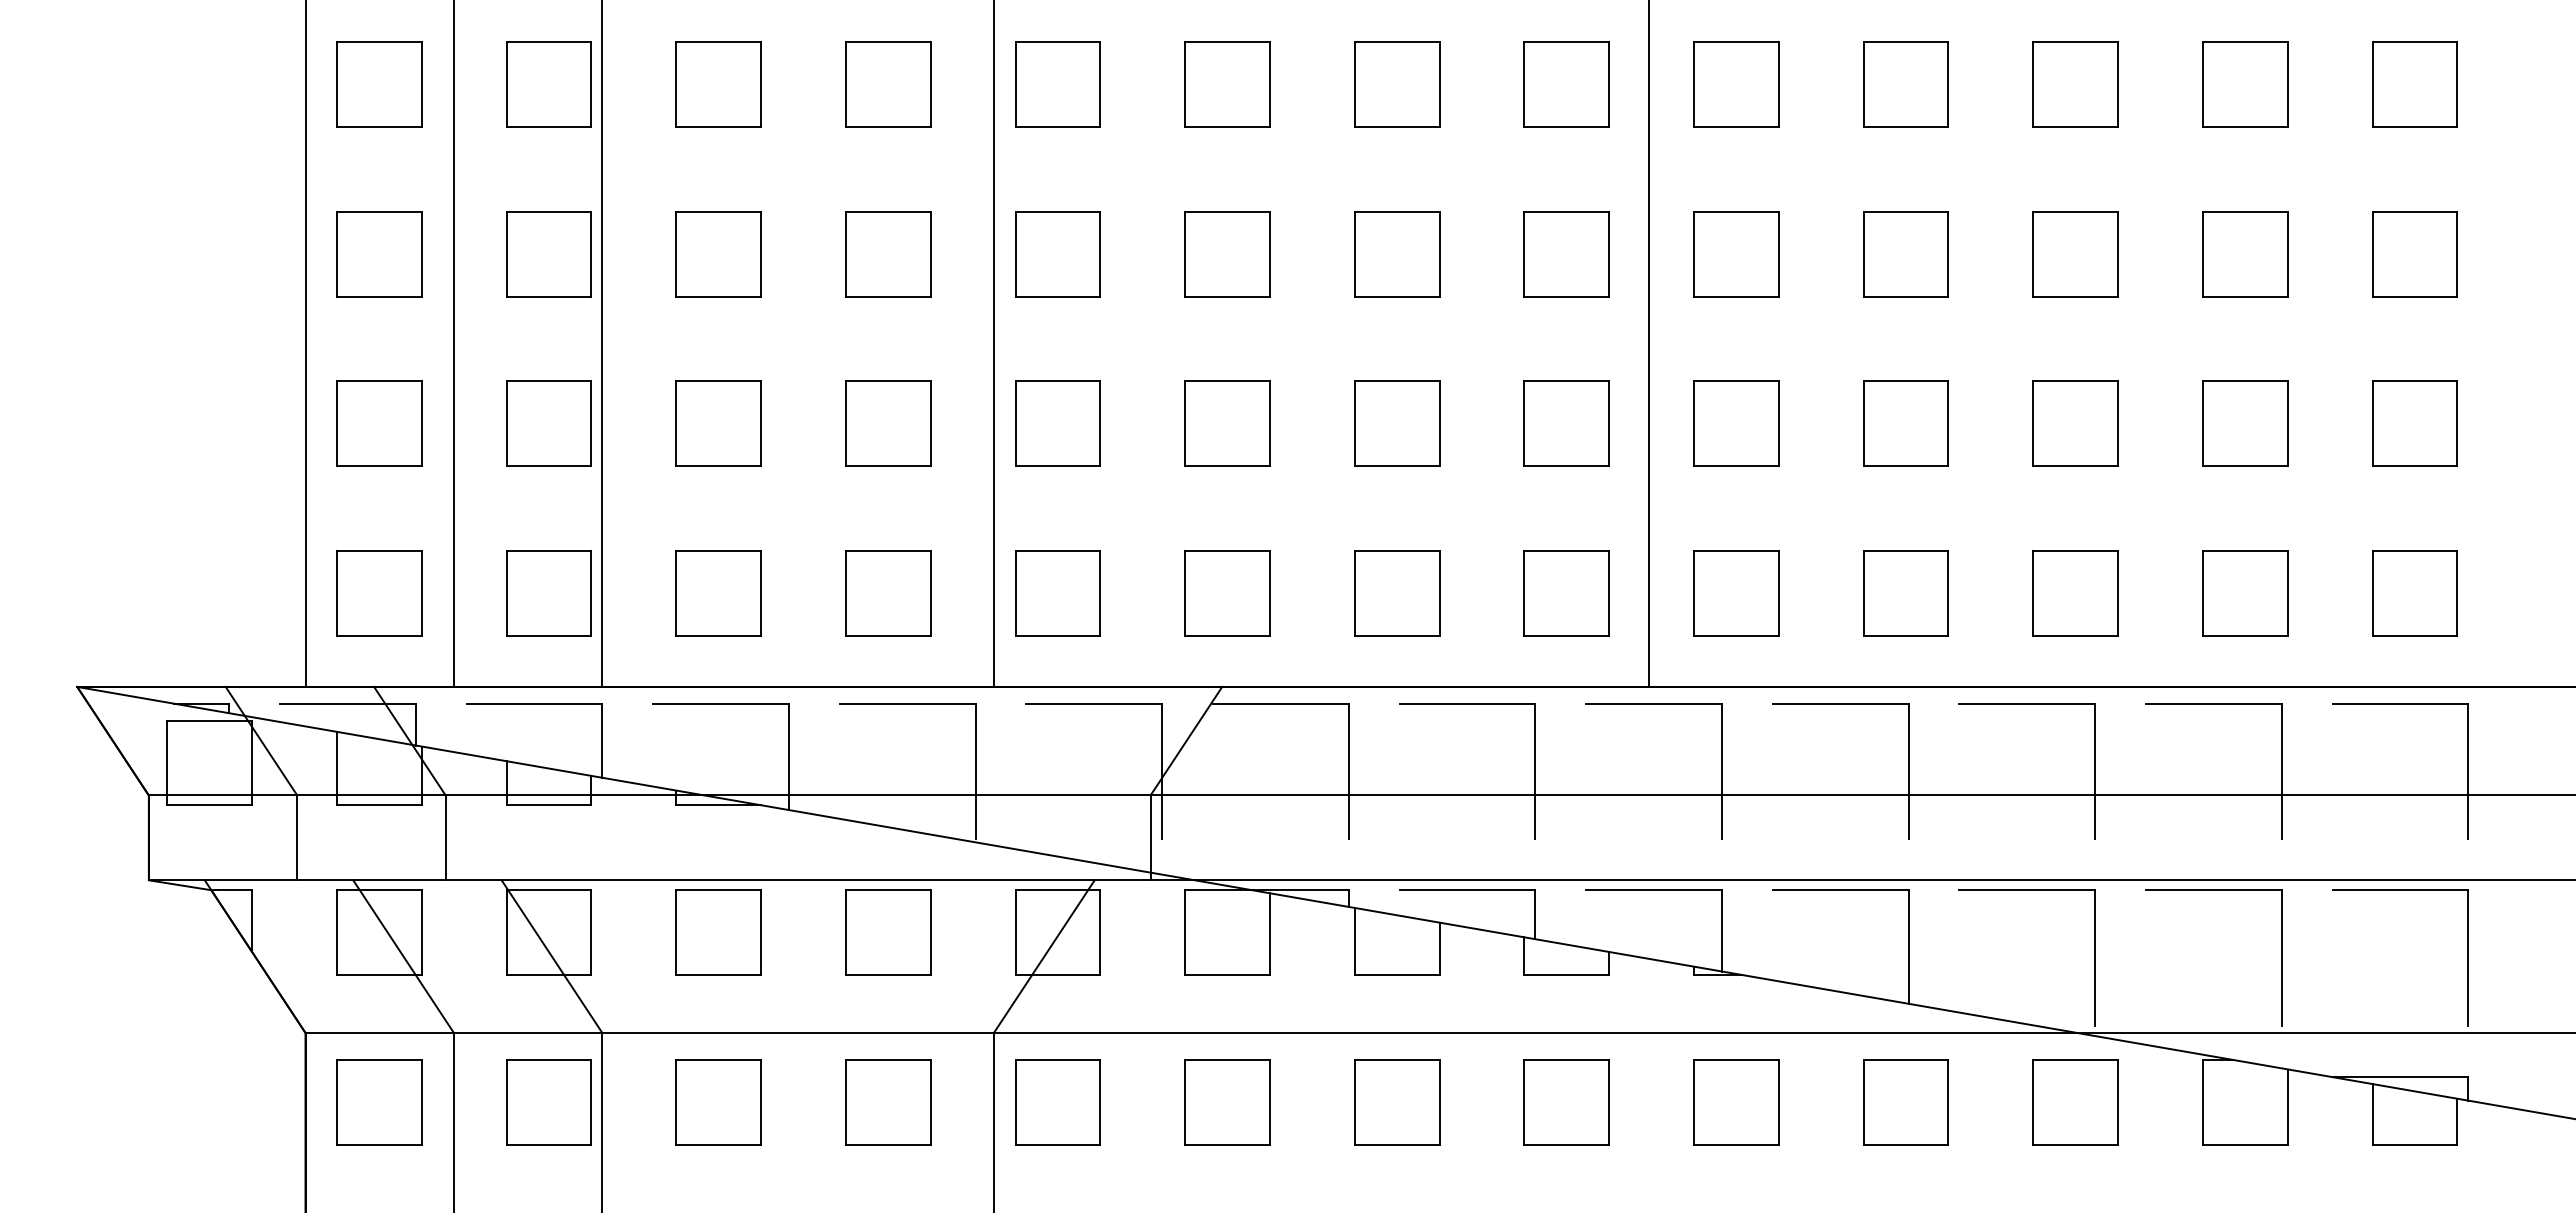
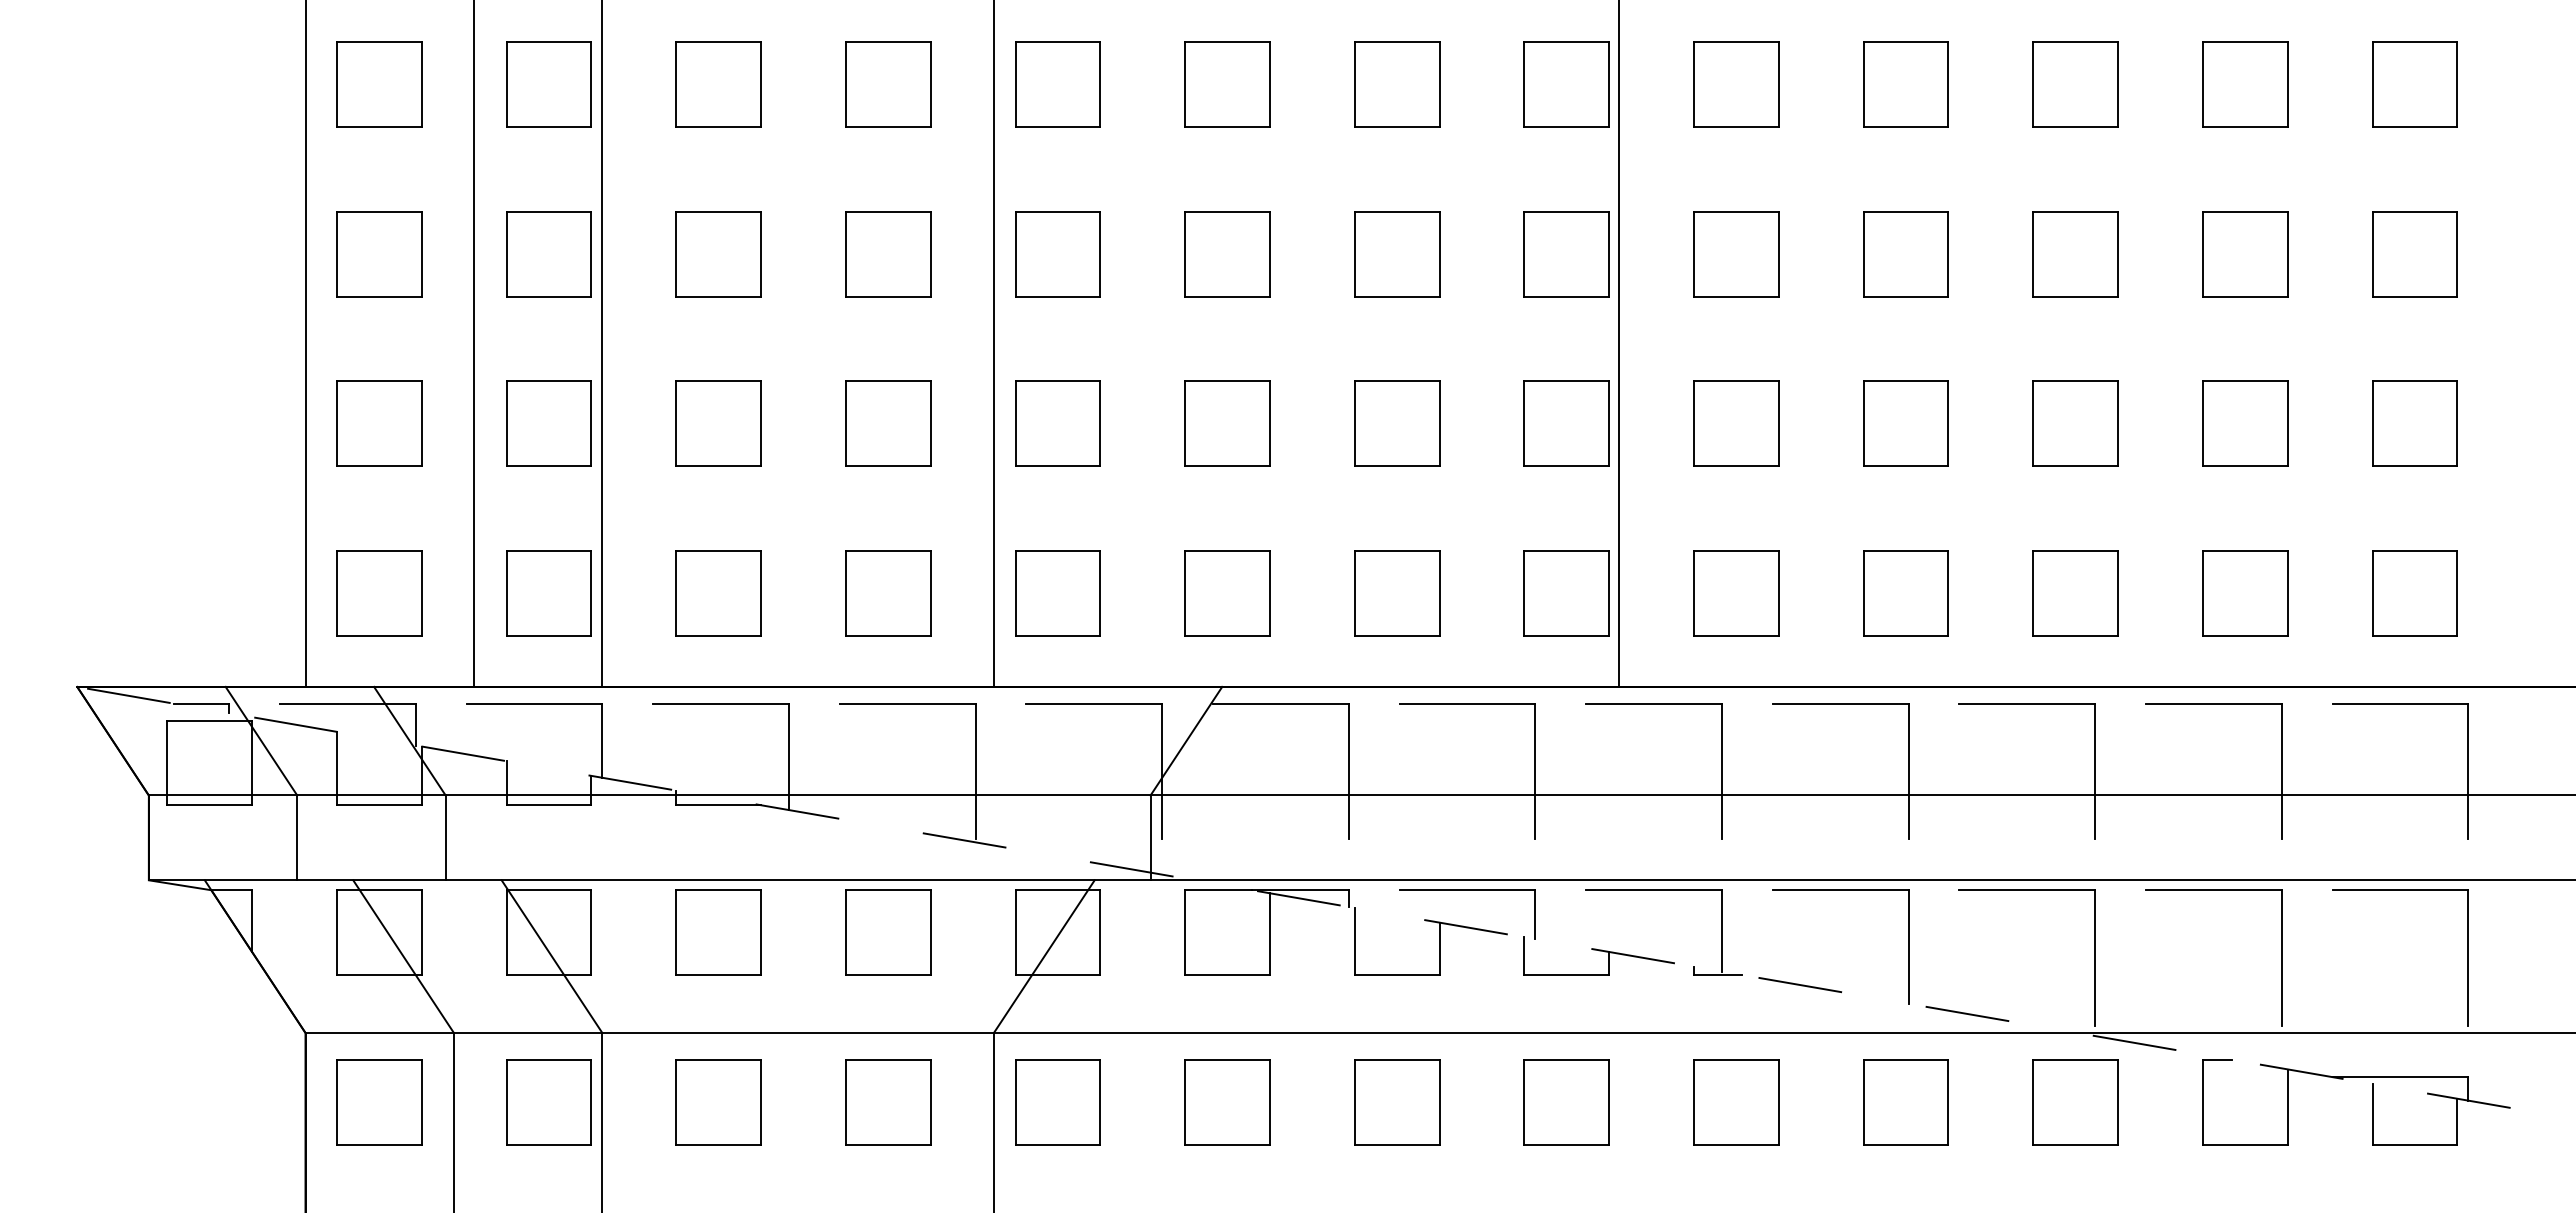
line at (453, 344) position: (453, 344) -> (473, 344)
line at (1648, 344) position: (1648, 344) -> (1618, 344)
line at (1326, 903): solid -> dashed
